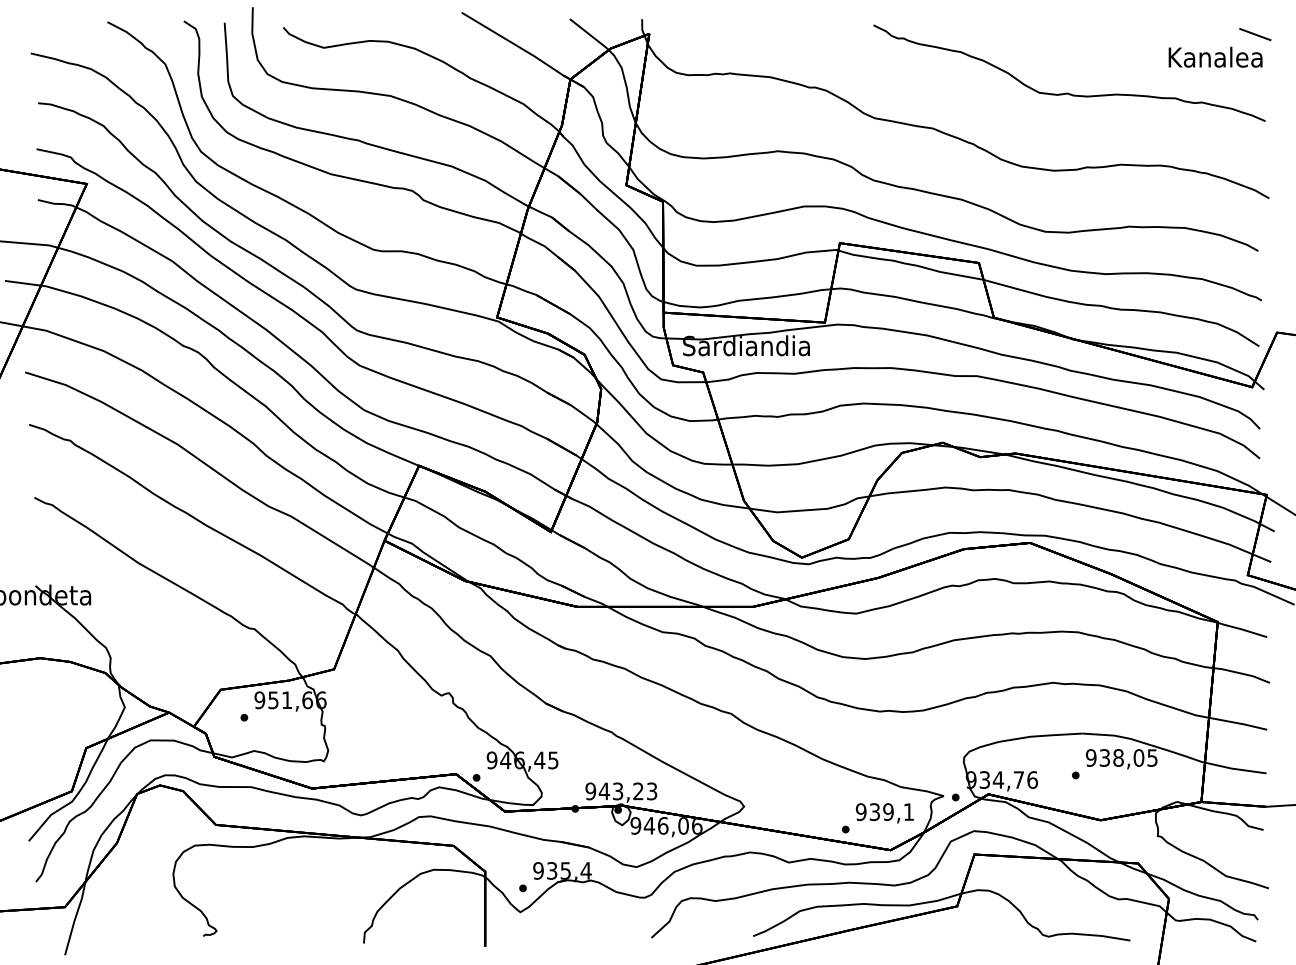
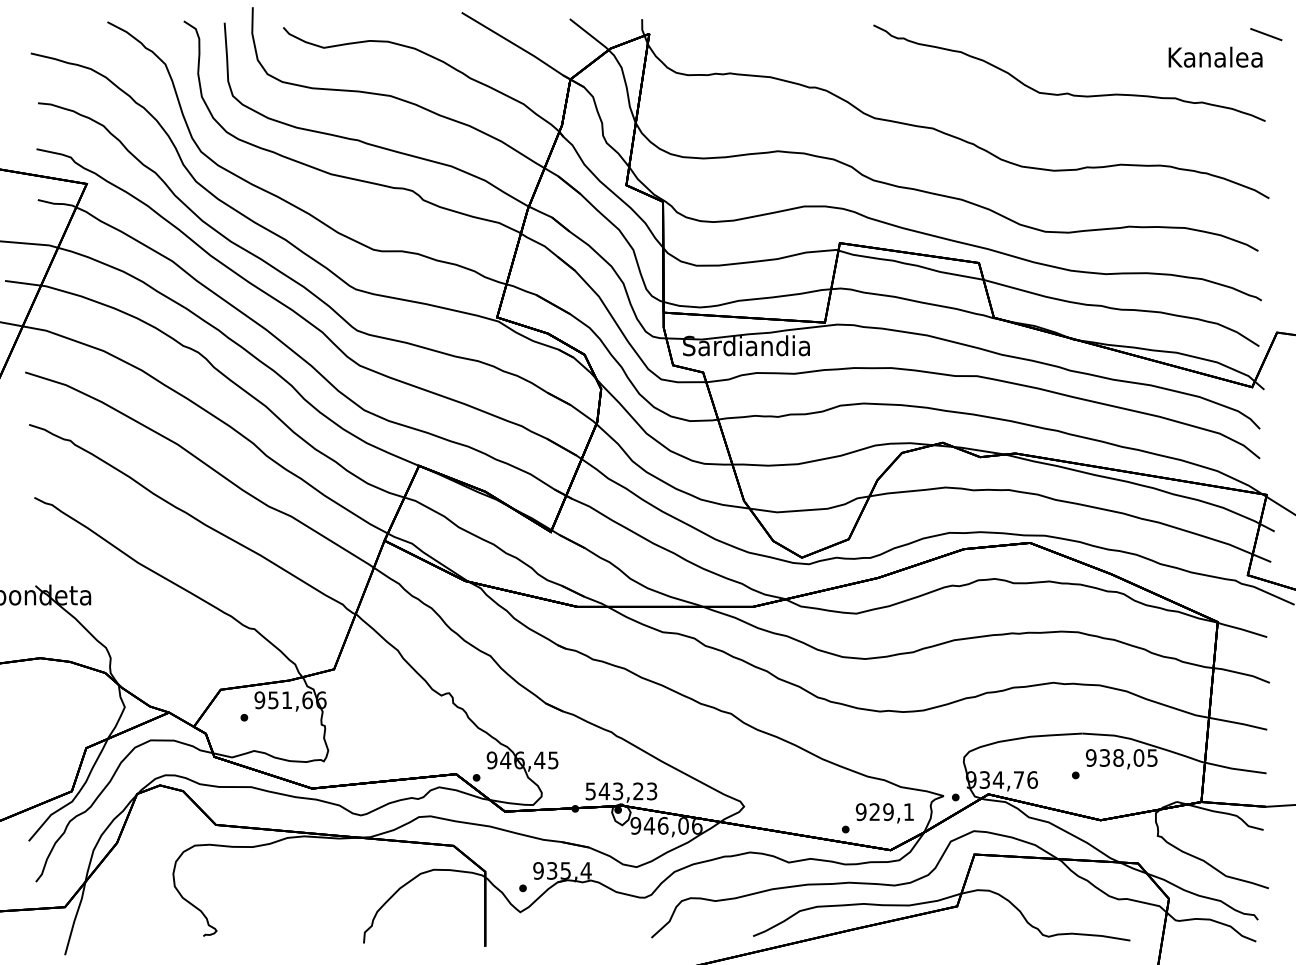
line at (1255, 34) position: (1255, 34) -> (1266, 34)
text at (590, 791): 943,23 -> 543,23
text at (874, 812): 939,1 -> 929,1
